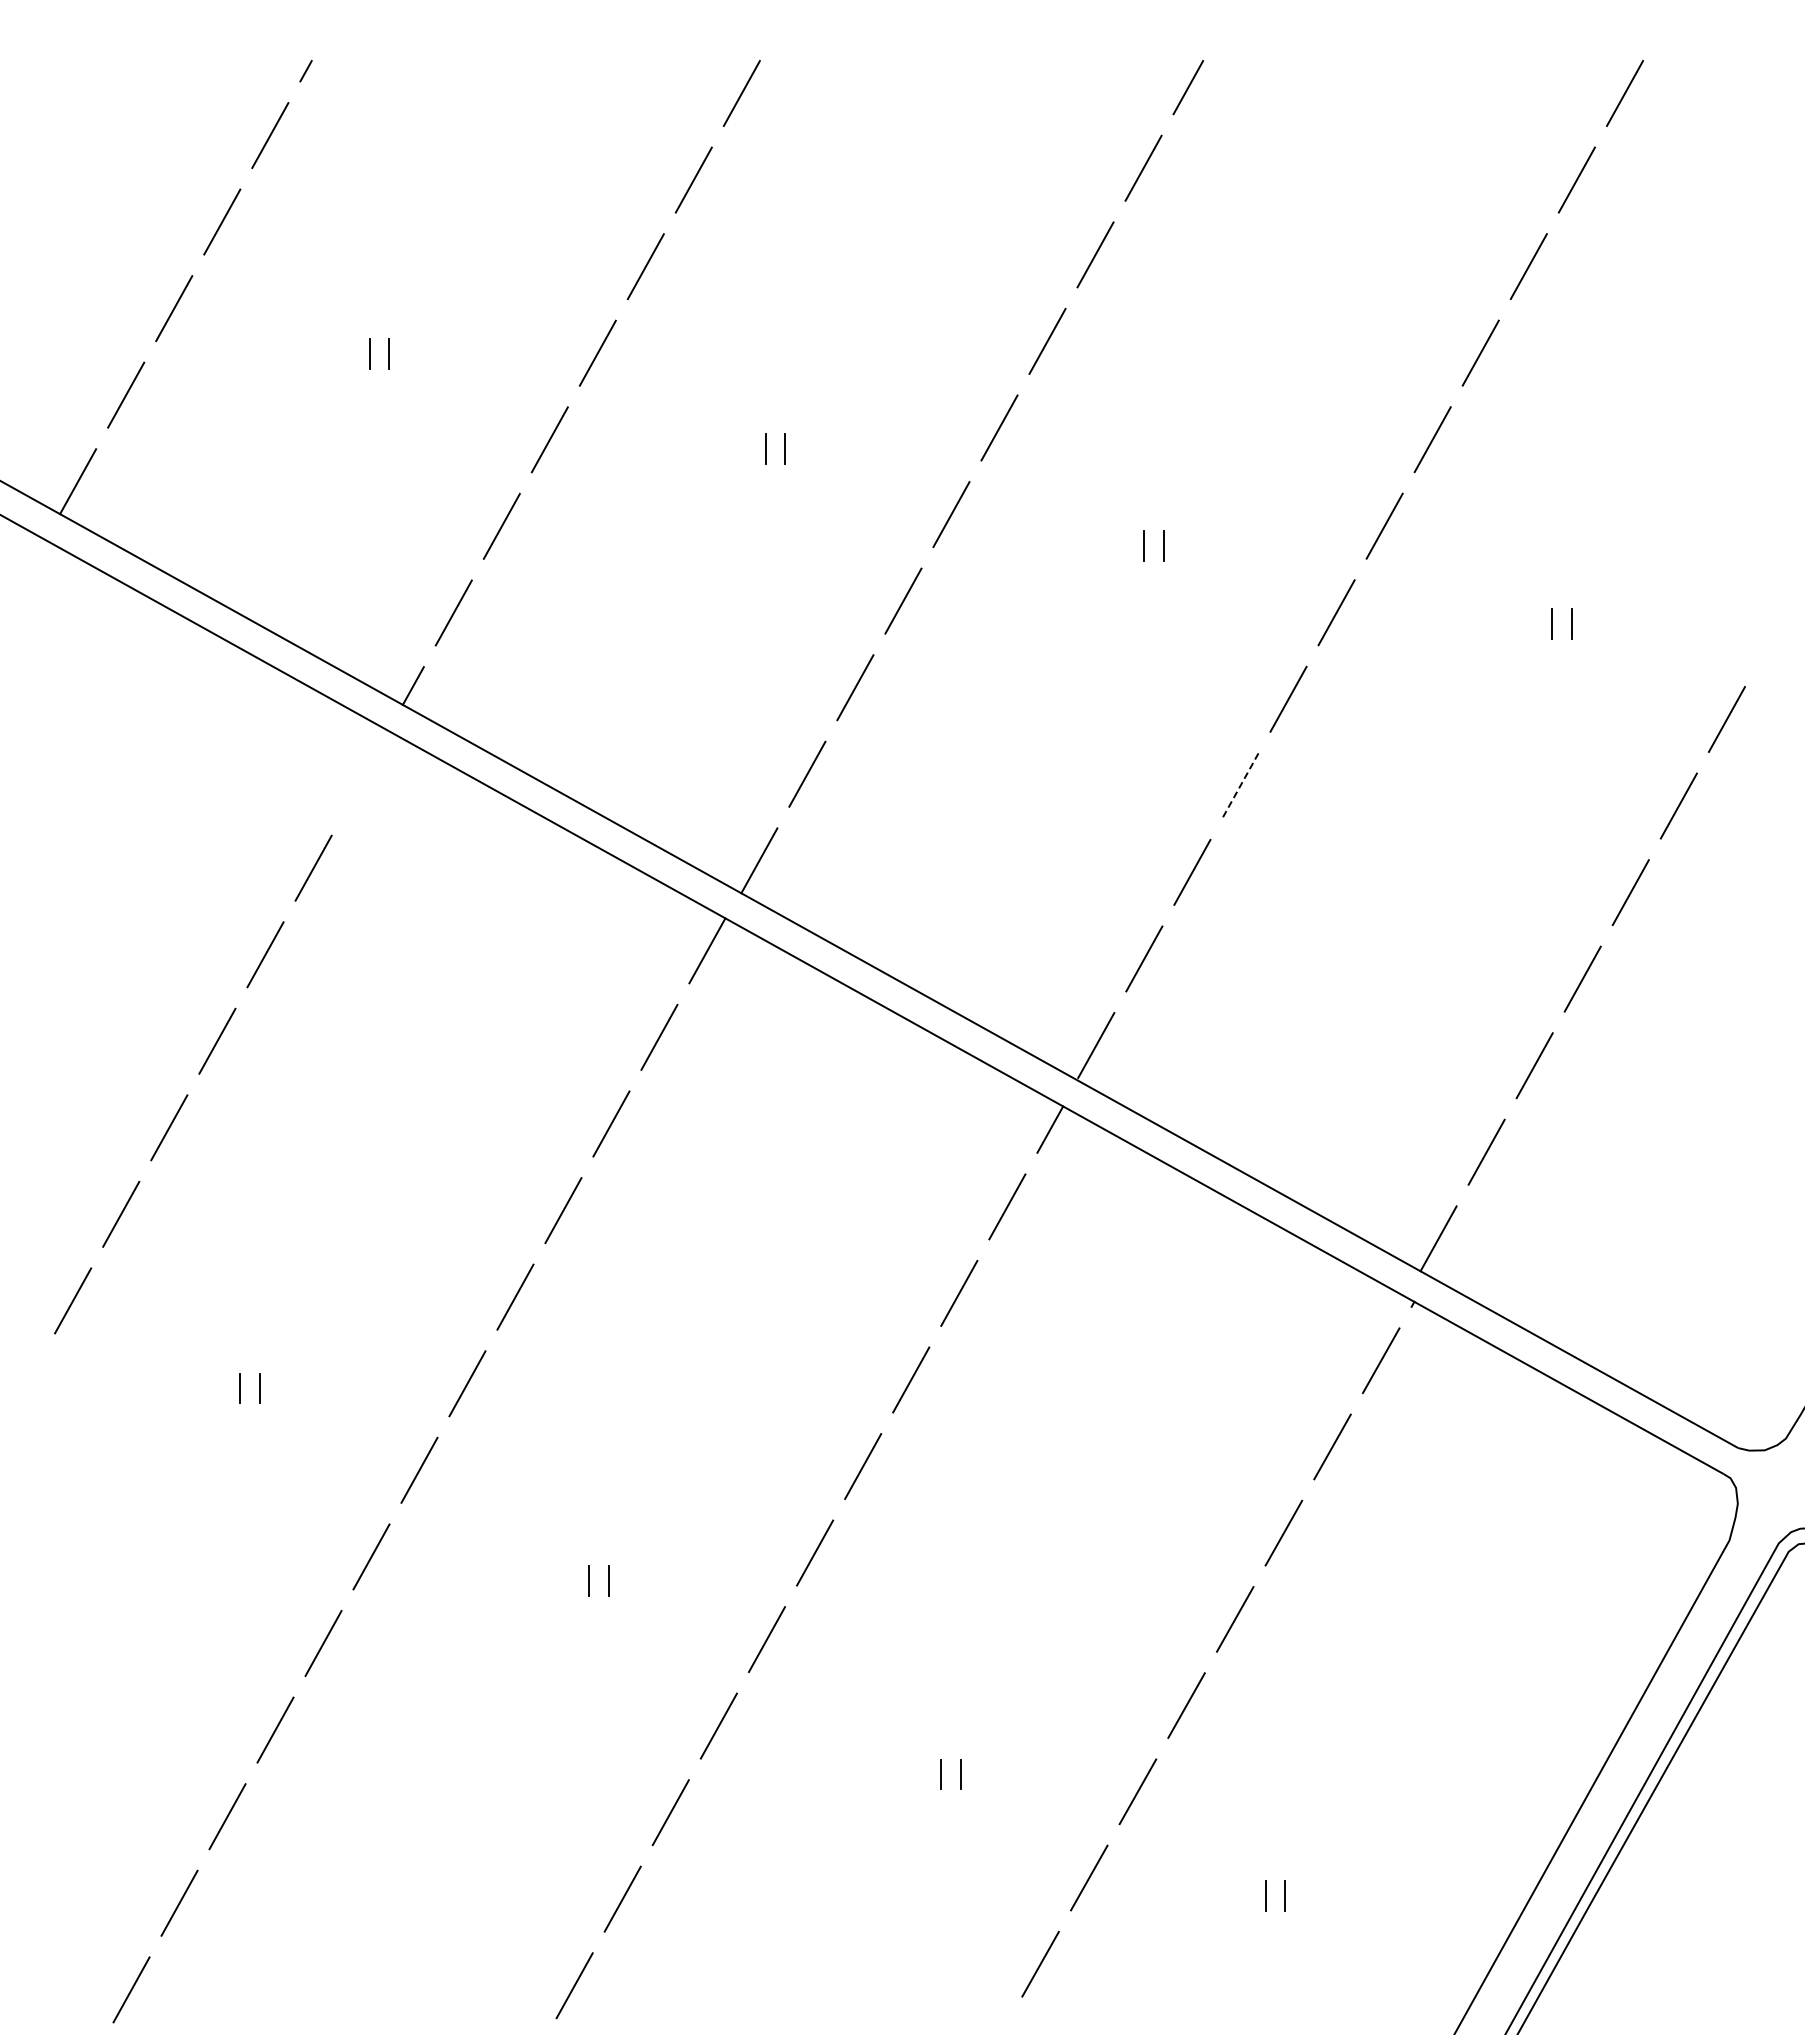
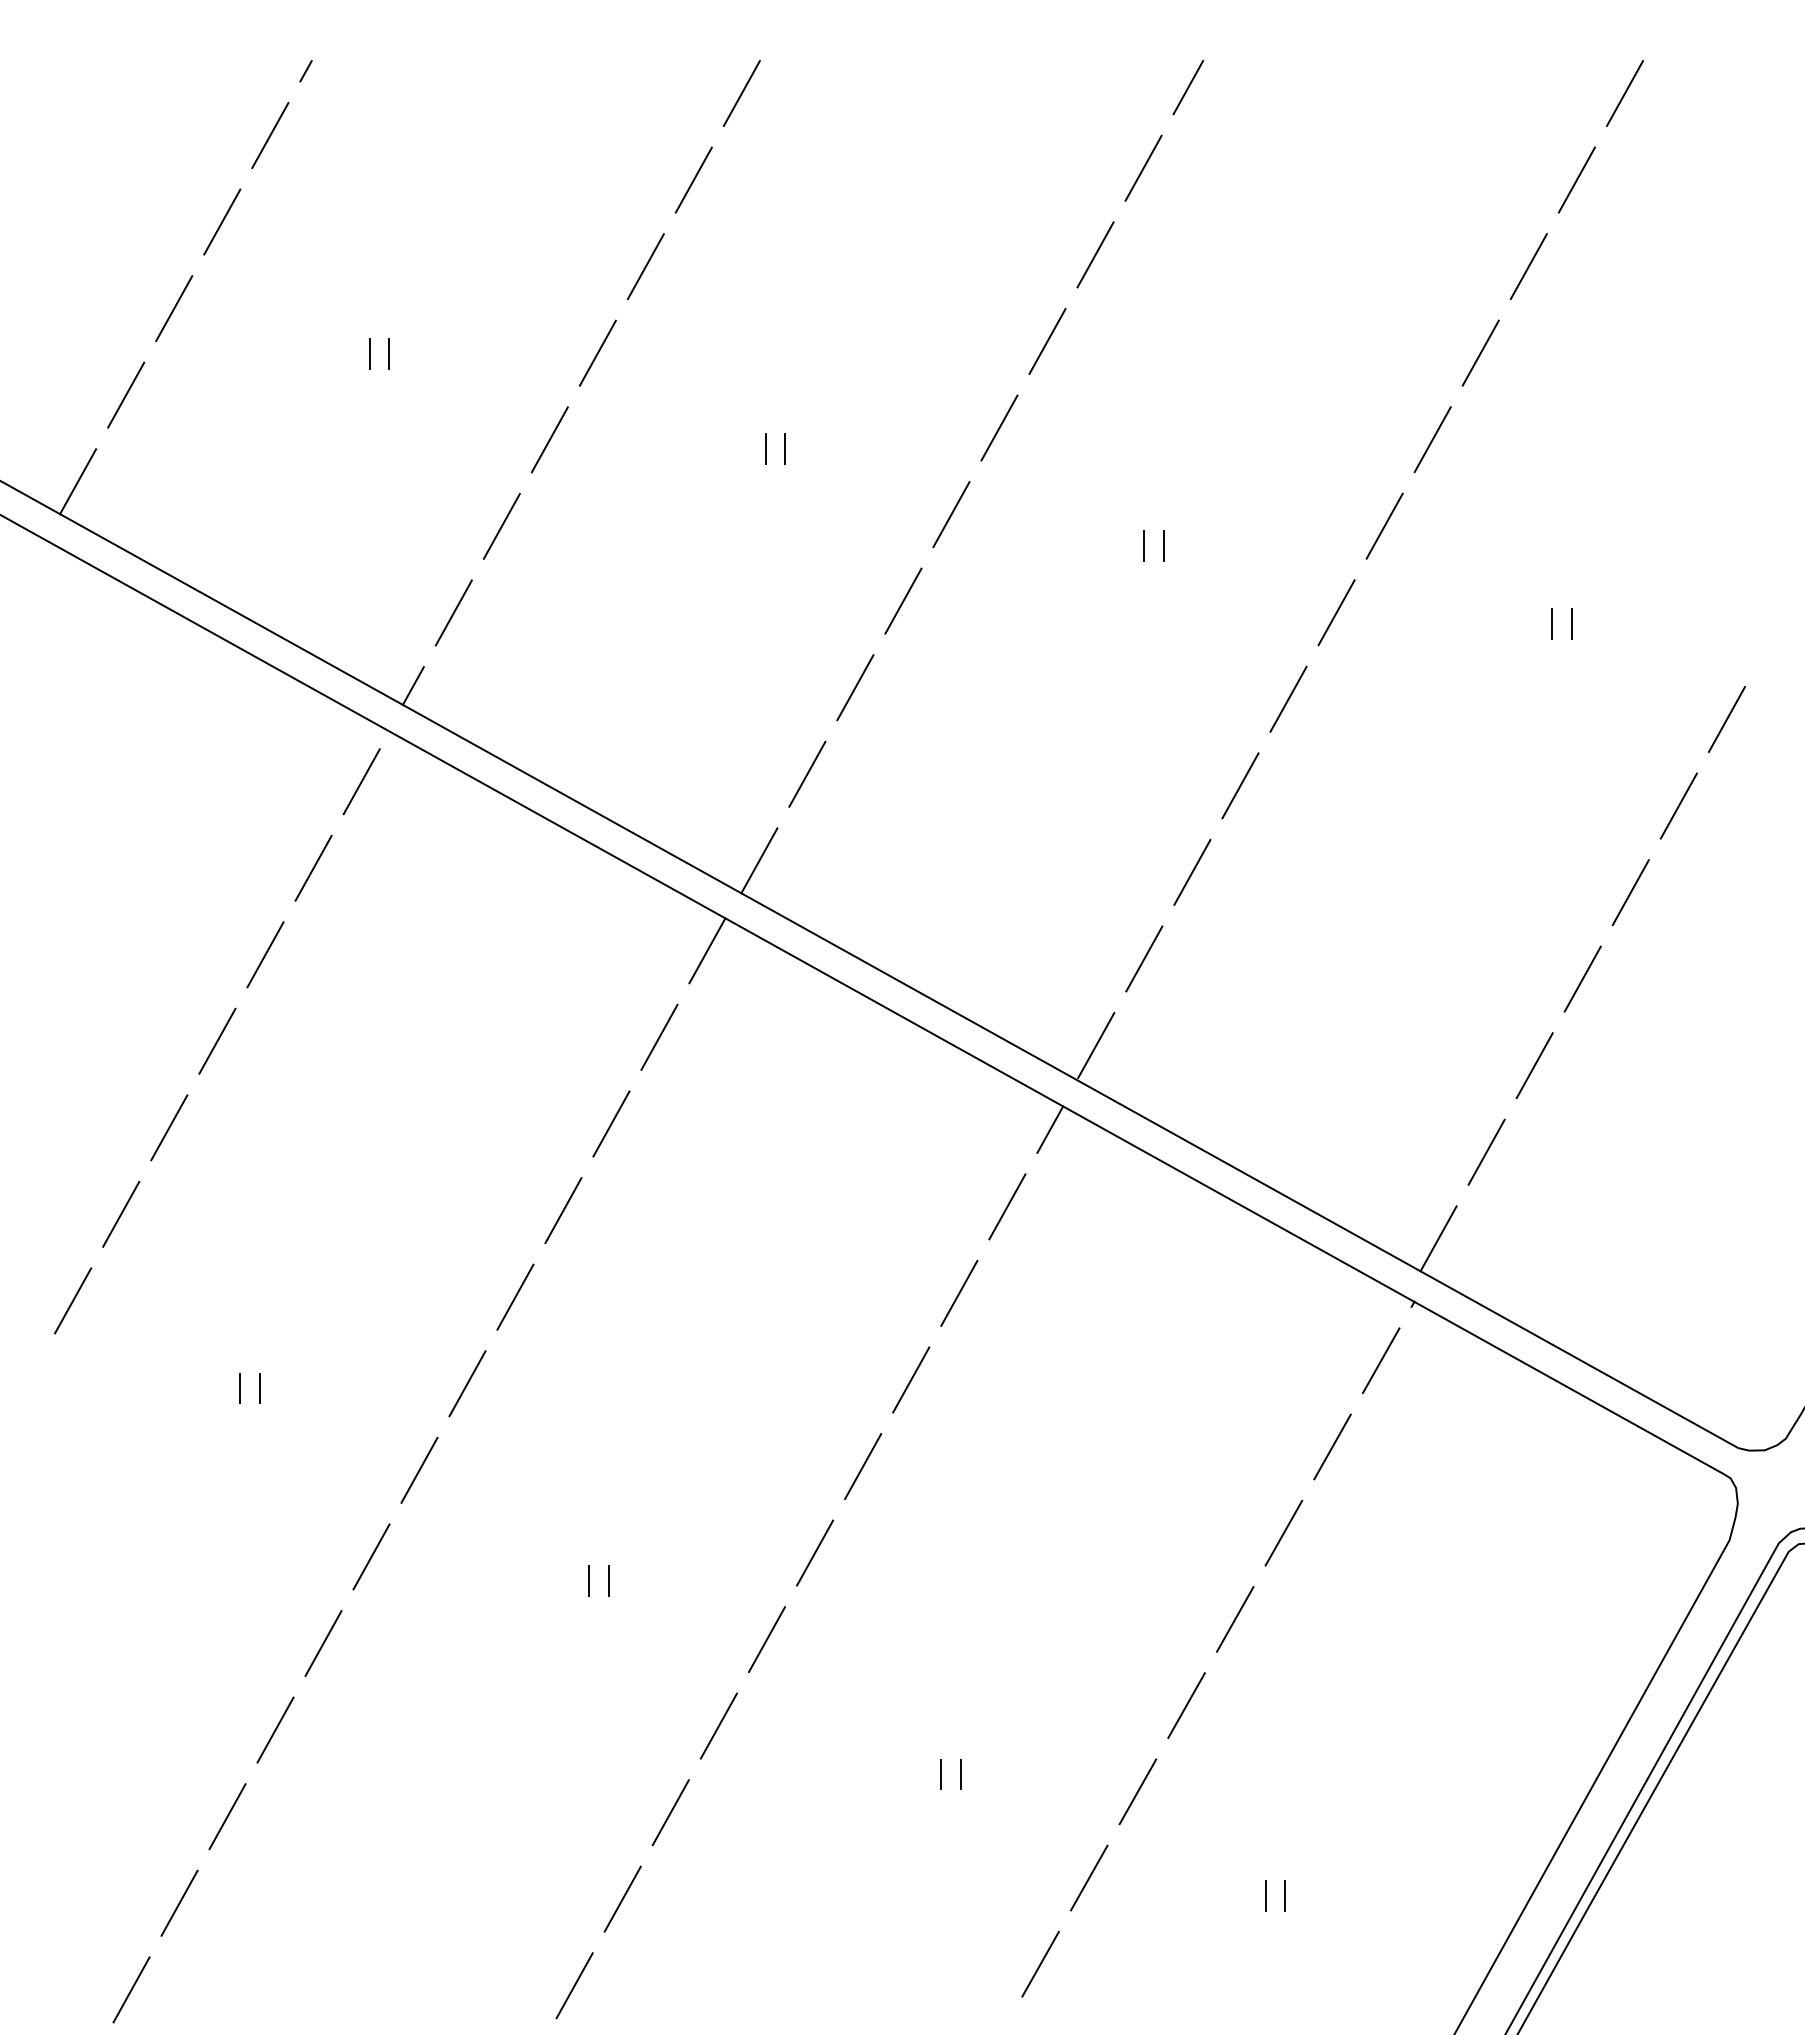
line at (361, 781): none -> present
line at (1240, 786): dashed -> solid
